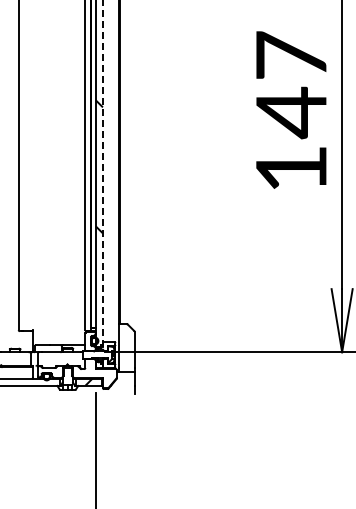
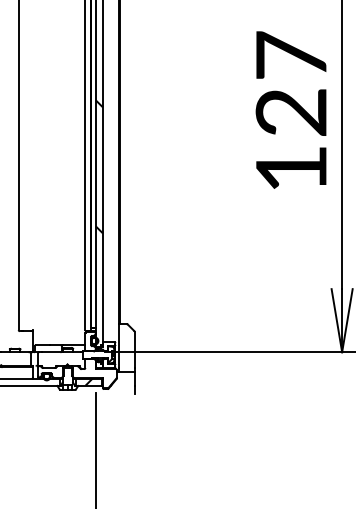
text at (290, 112): 147 -> 127
line at (102, 173): dashed -> solid
